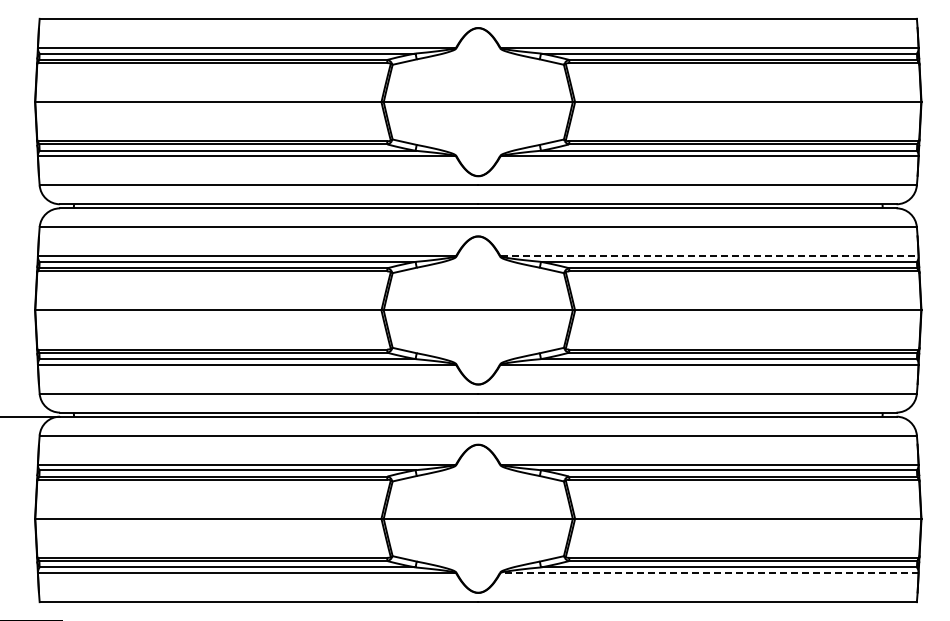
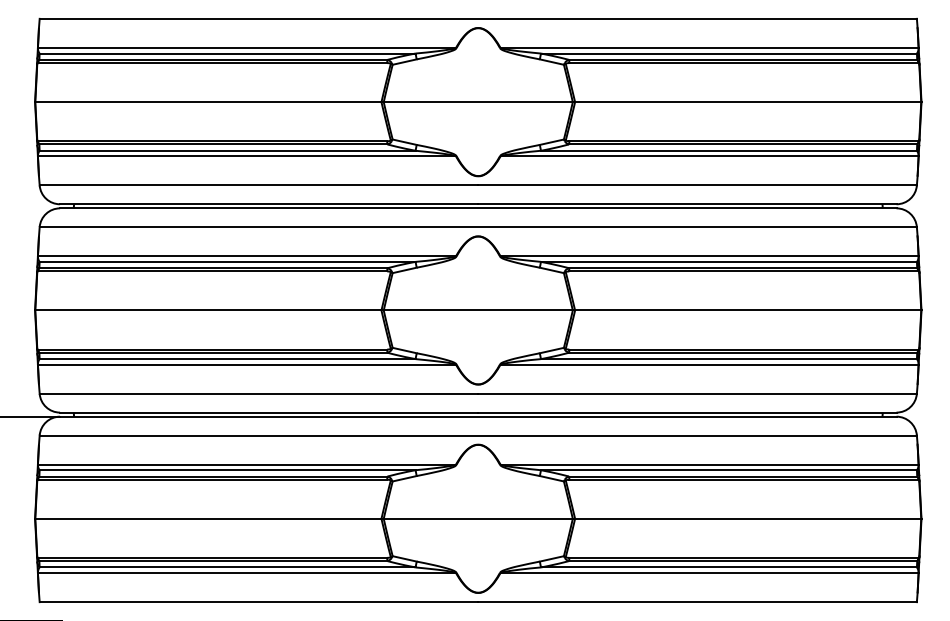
line at (710, 256): dashed -> solid
line at (709, 573): dashed -> solid
